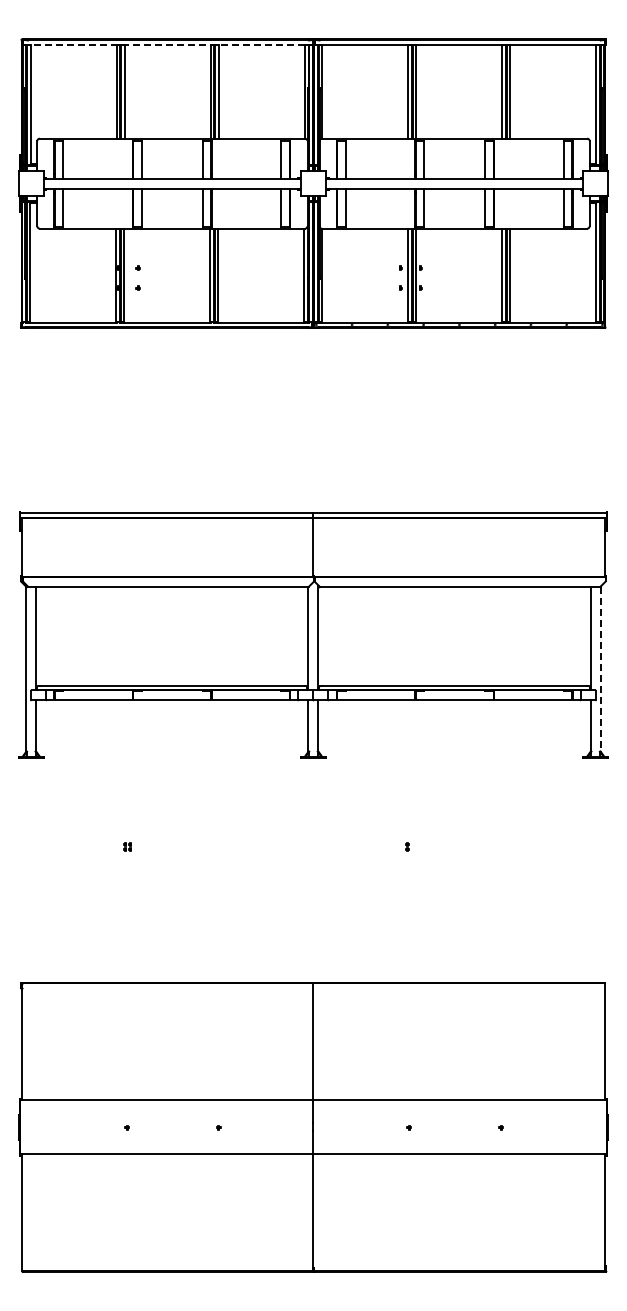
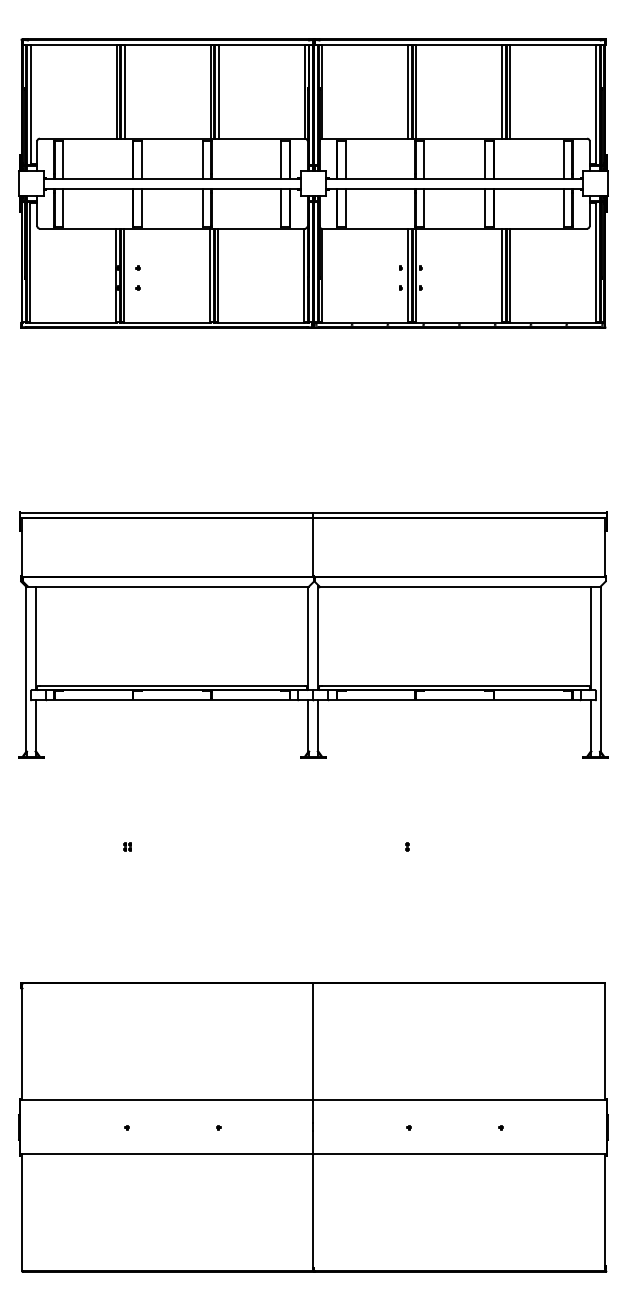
line at (168, 44): dashed -> solid
line at (600, 669): dashed -> solid
